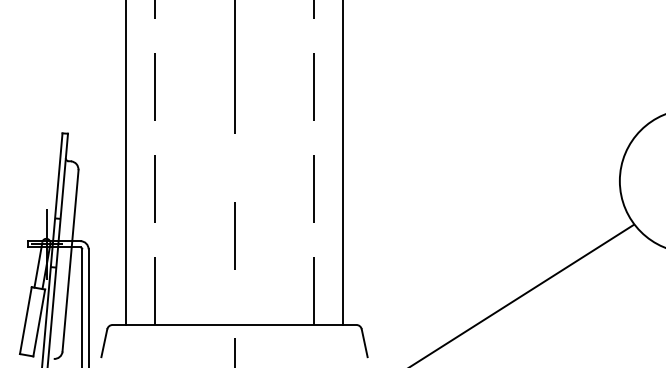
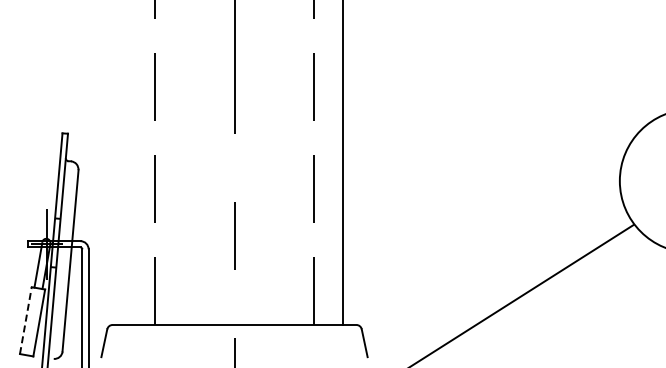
line at (125, 163): present -> none
line at (25, 320): solid -> dashed
